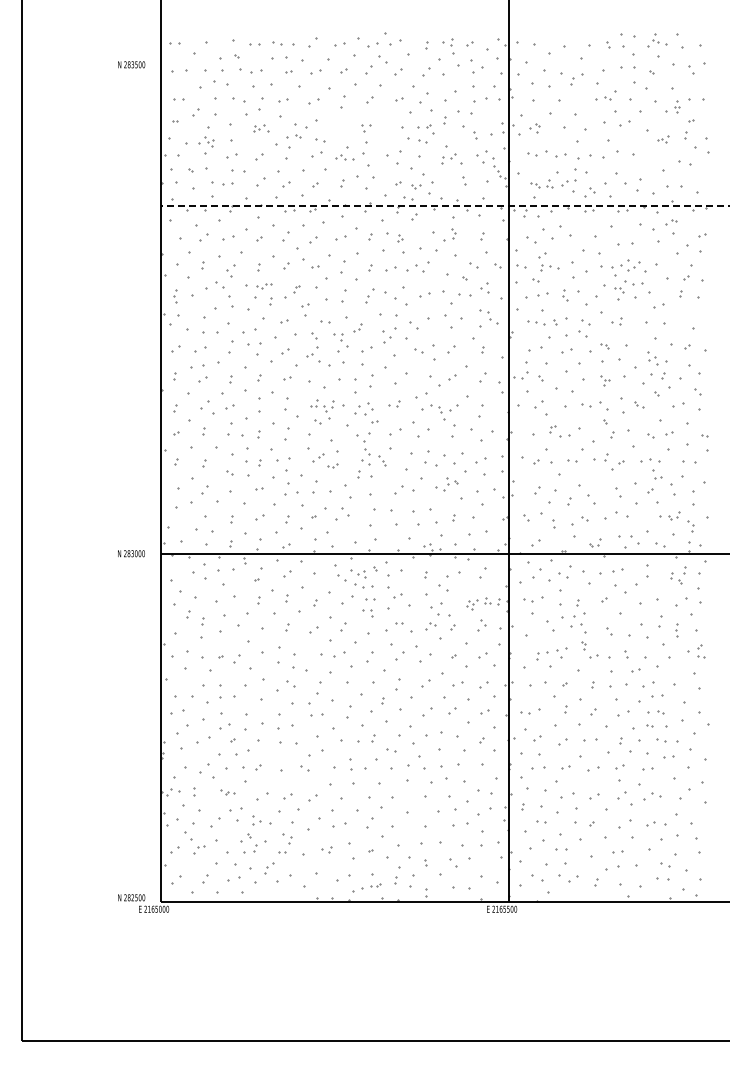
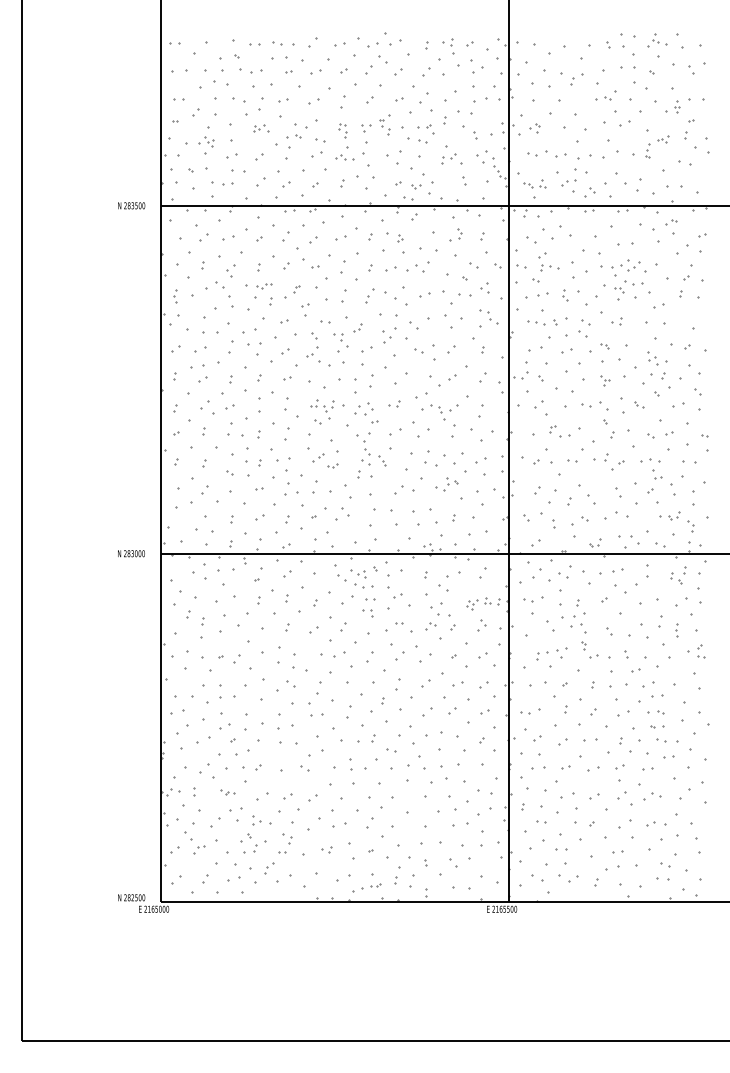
text at (131, 64) position: (131, 64) -> (131, 205)
part at (384, 124): none -> present
part at (342, 130): none -> present
part at (647, 150): none -> present
part at (541, 183) position: (541, 183) -> (534, 183)
line at (445, 205): dashed -> solid
part at (449, 234) position: (449, 234) -> (455, 234)
part at (656, 725) size: 22x4 px -> 15x4 px
